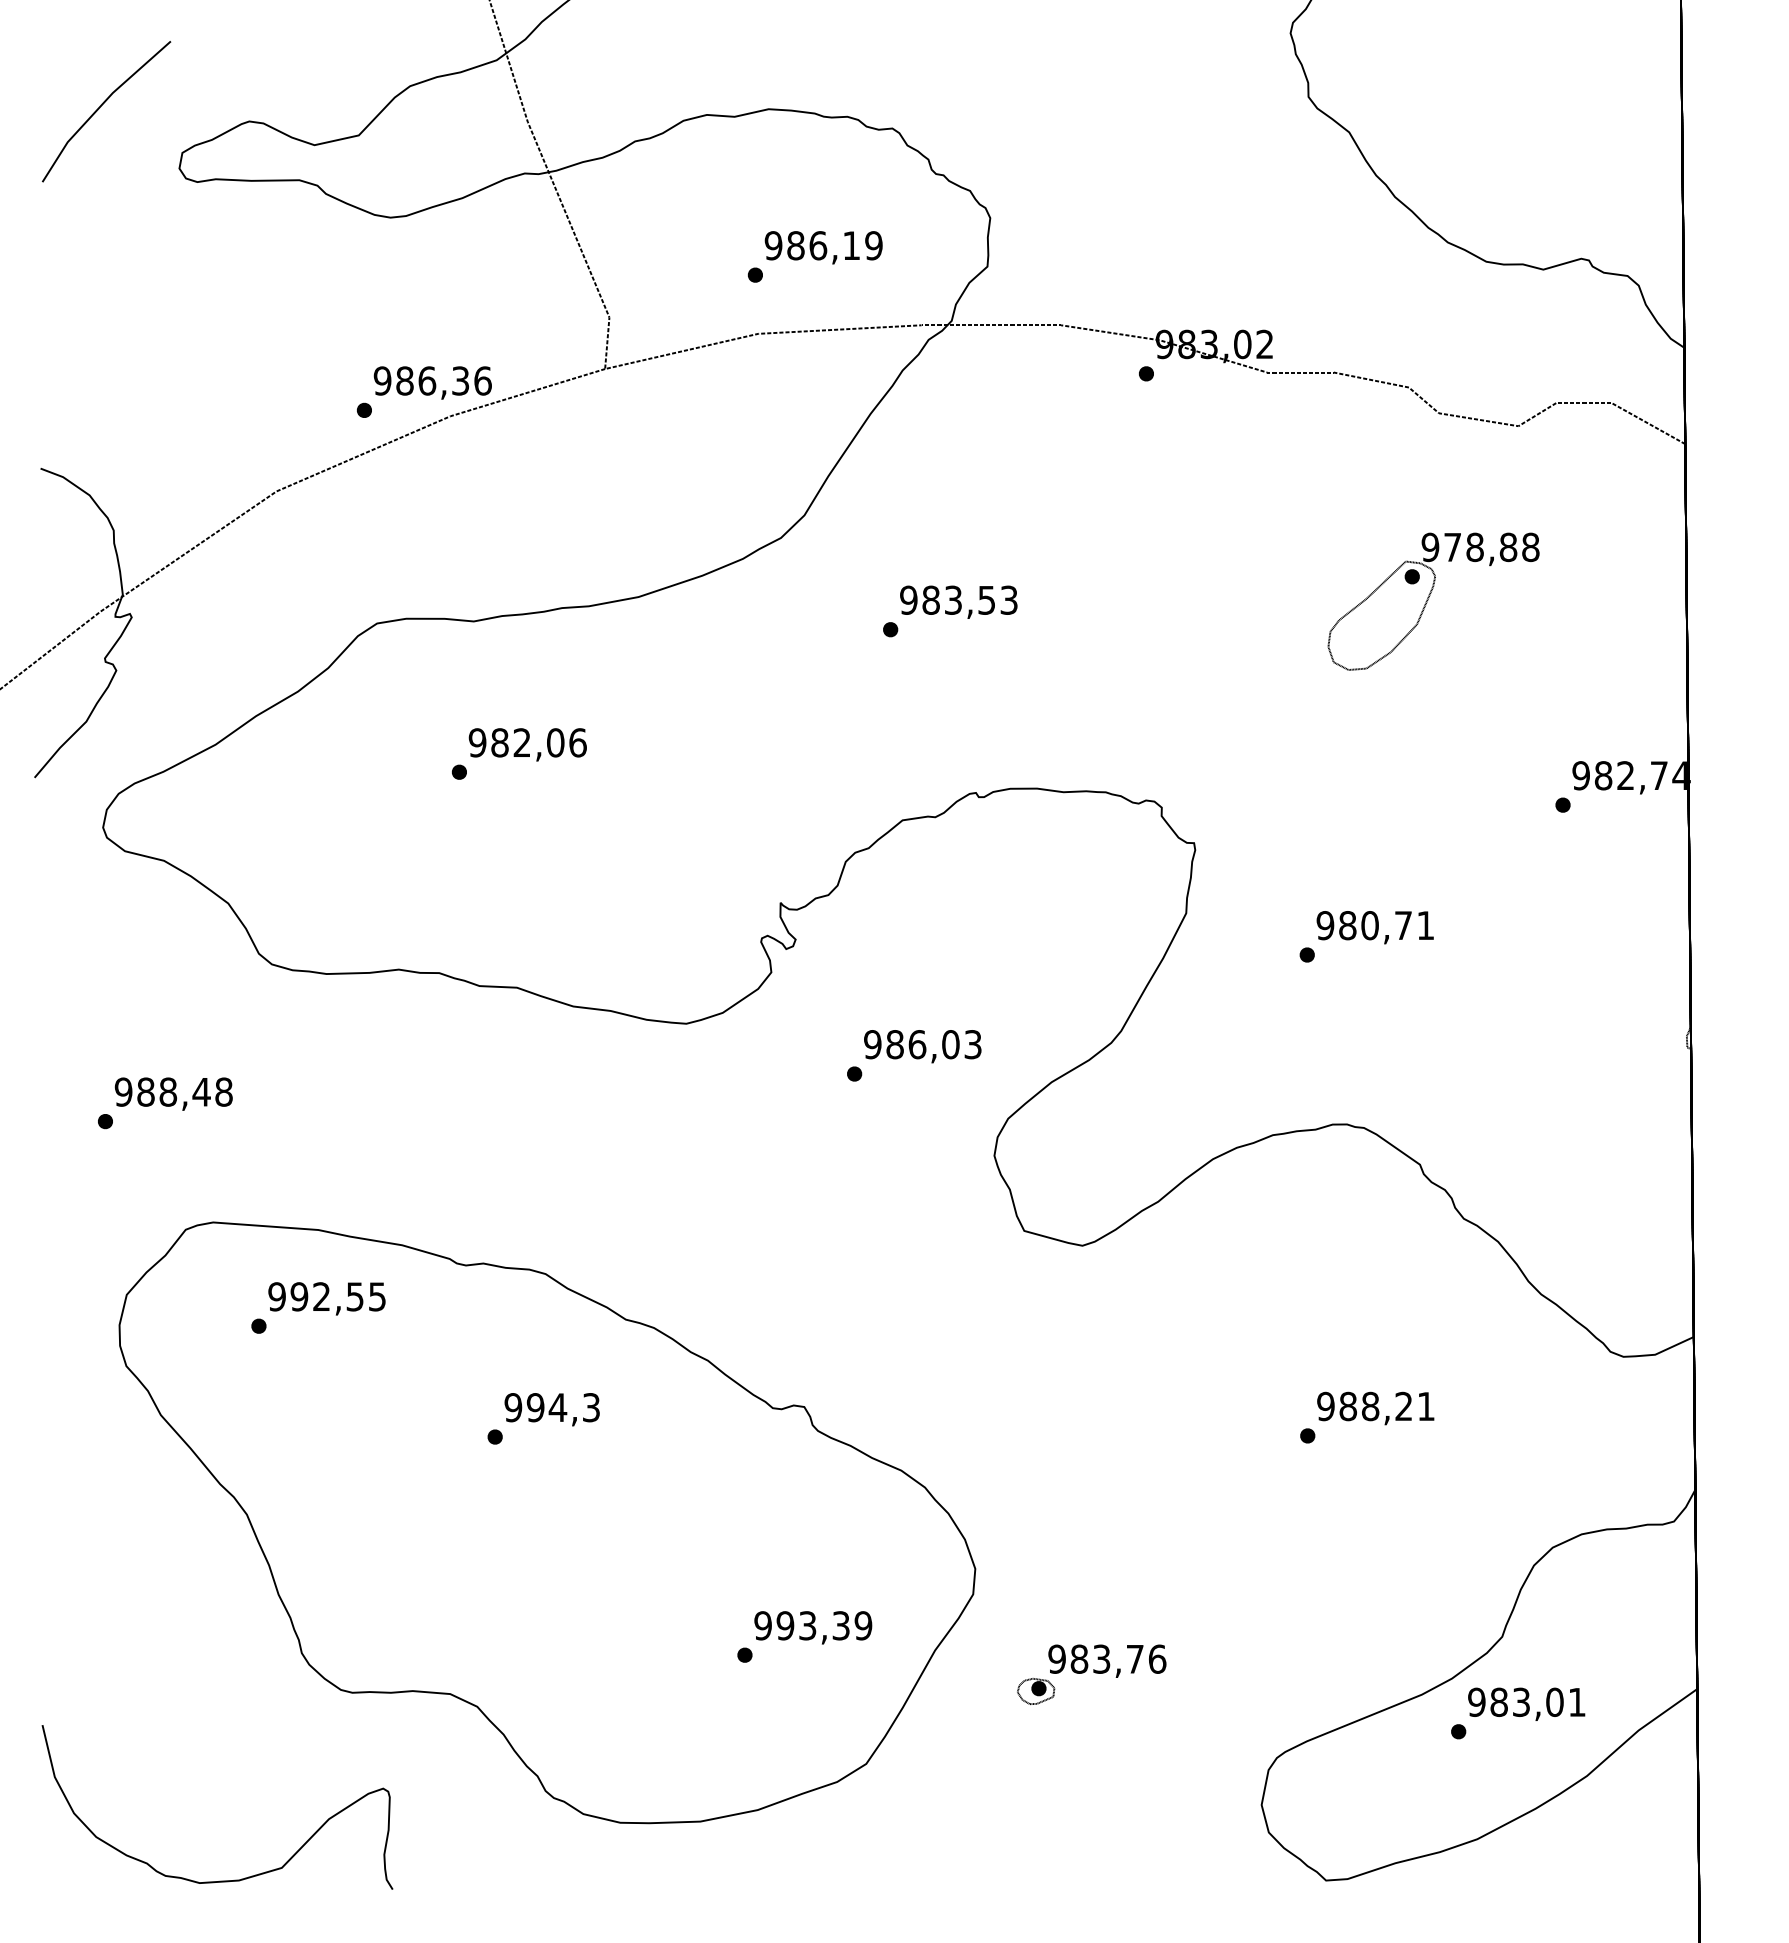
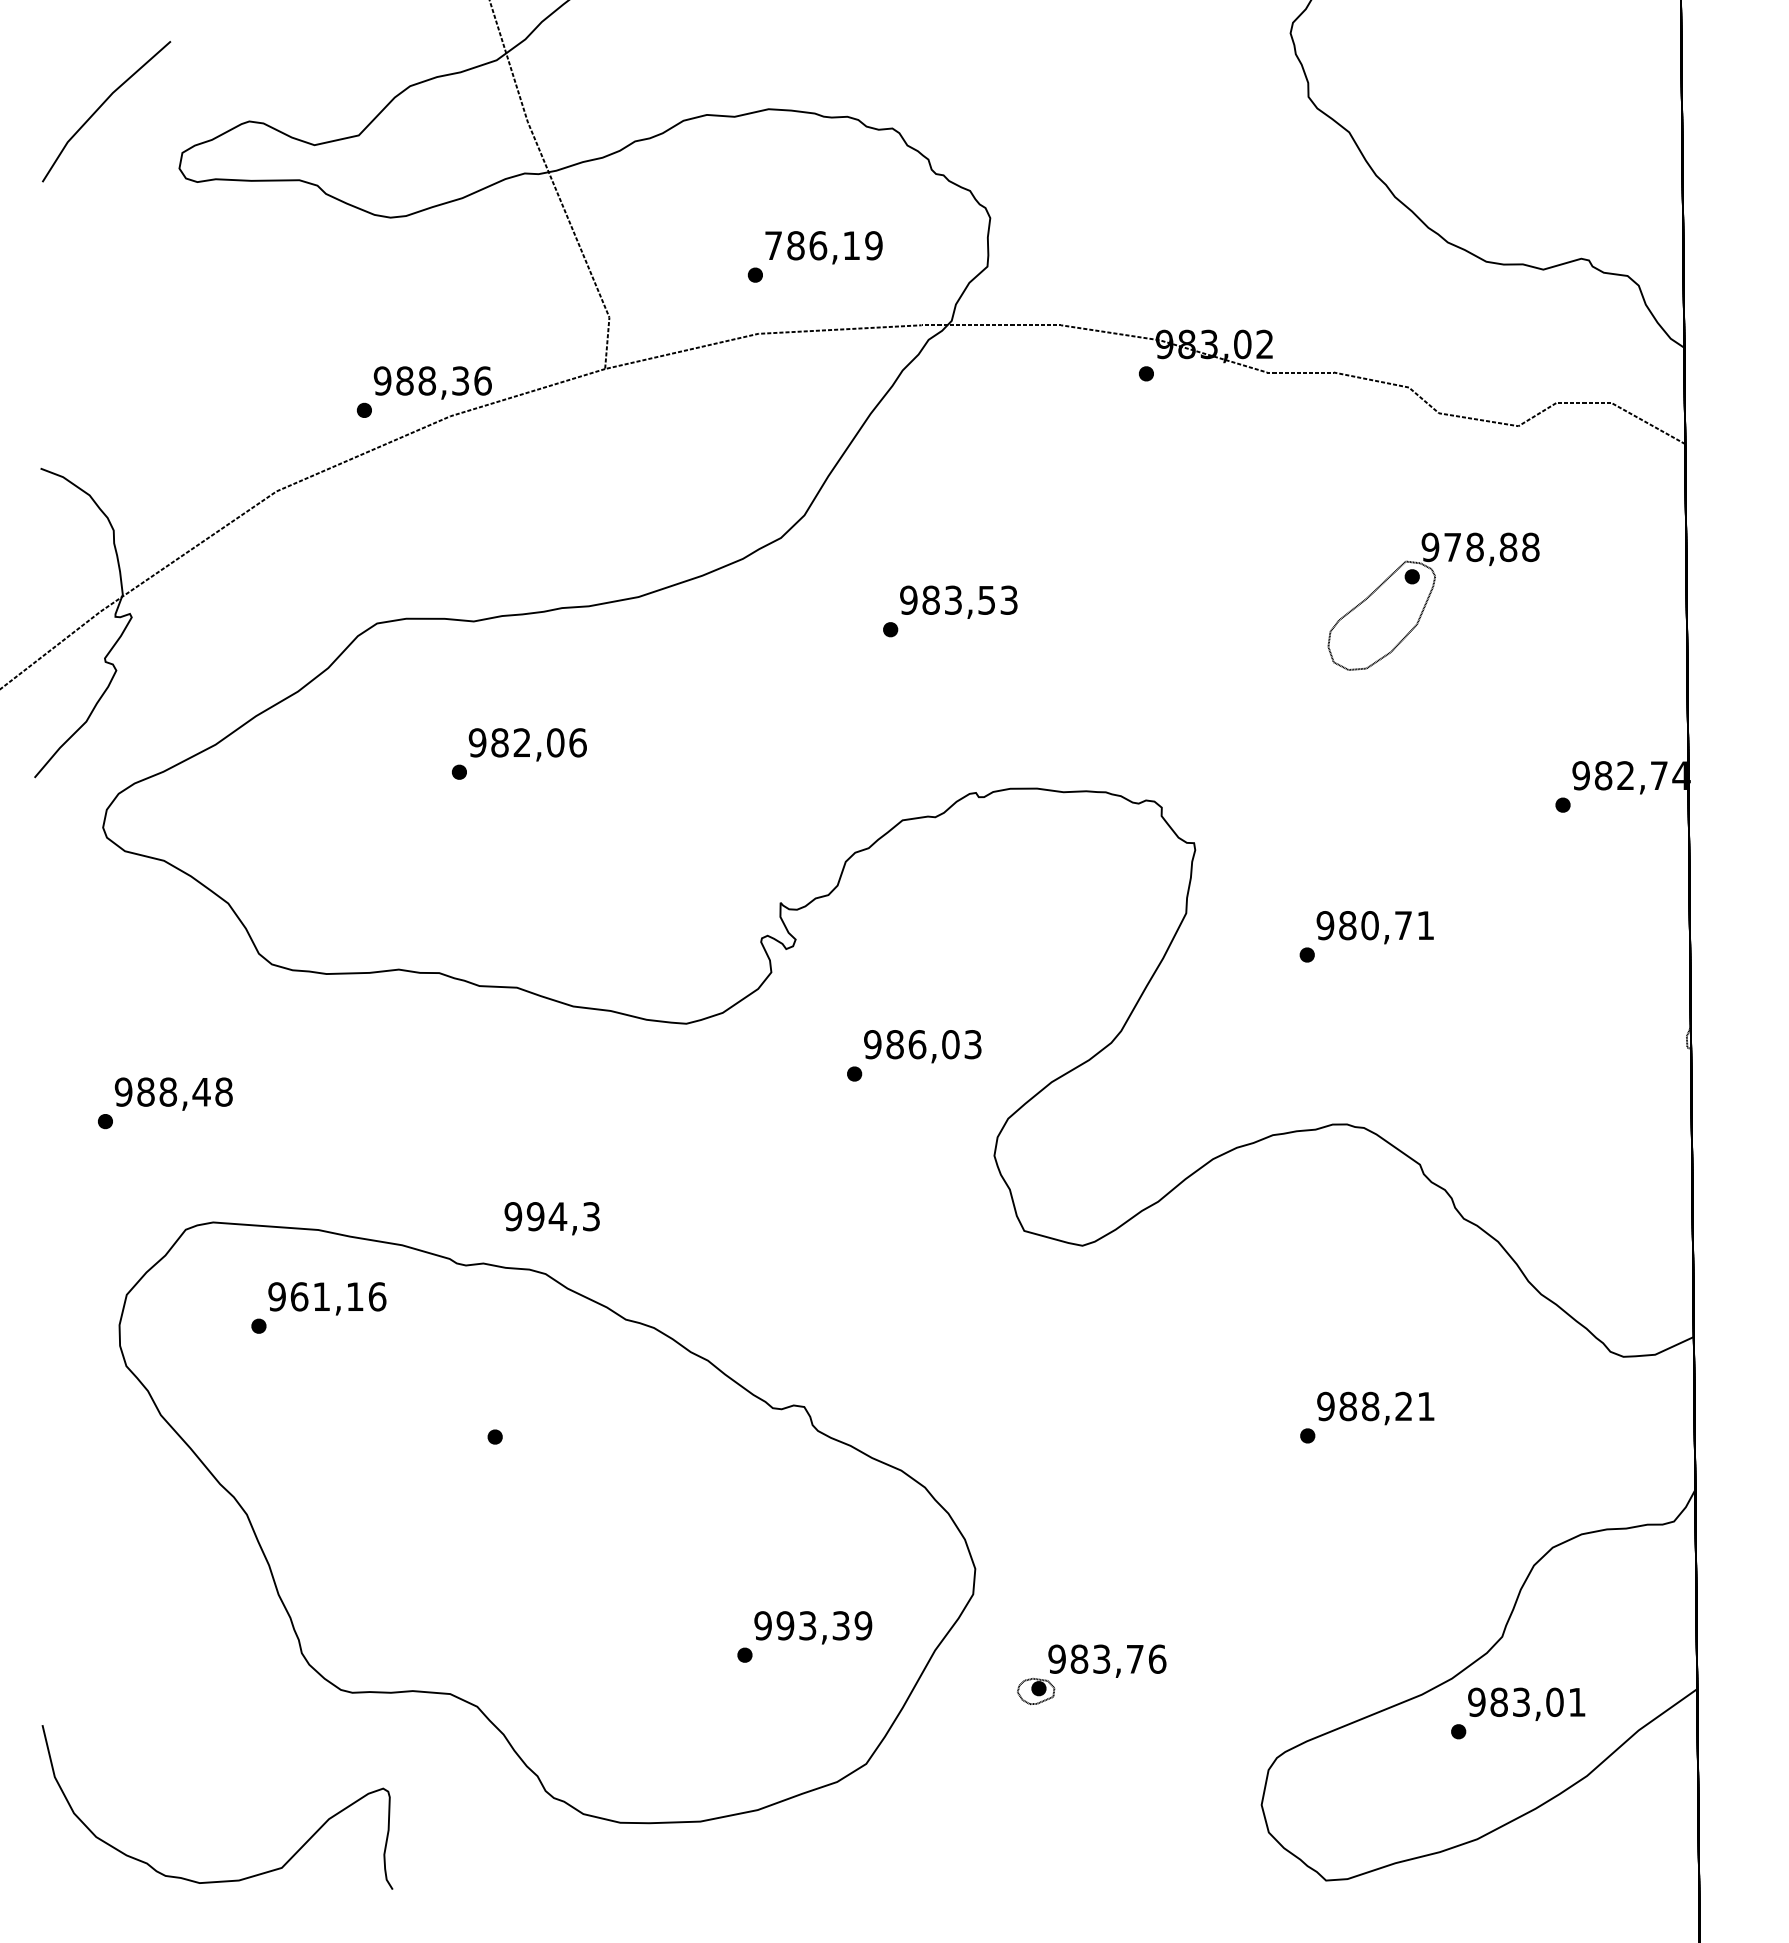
text at (773, 245): 986,19 -> 786,19
text at (427, 380): 986,36 -> 988,36
text at (338, 1296): 992,55 -> 961,16
text at (551, 1409) position: (551, 1409) -> (551, 1218)
